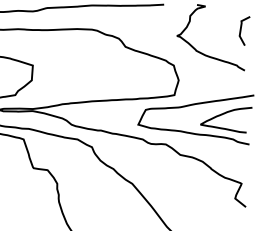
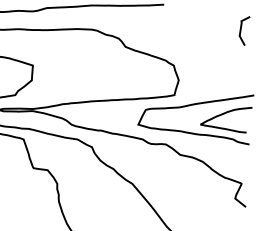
curve at (202, 52): present -> none
